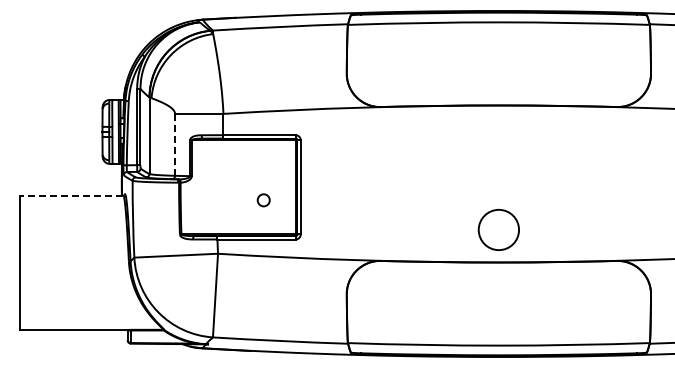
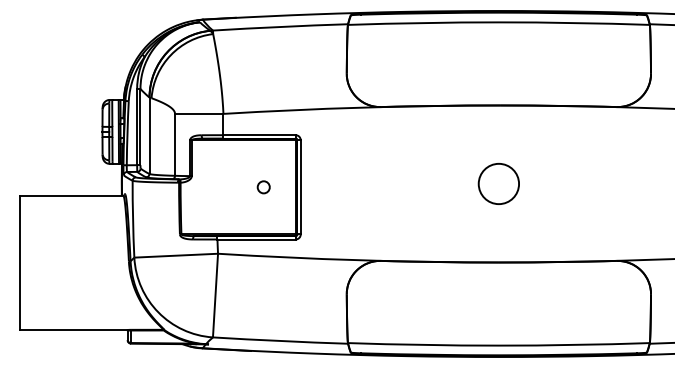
line at (175, 144): dashed -> solid
line at (71, 195): dashed -> solid
circle at (263, 200) position: (263, 200) -> (263, 187)
circle at (498, 229) position: (498, 229) -> (498, 183)
